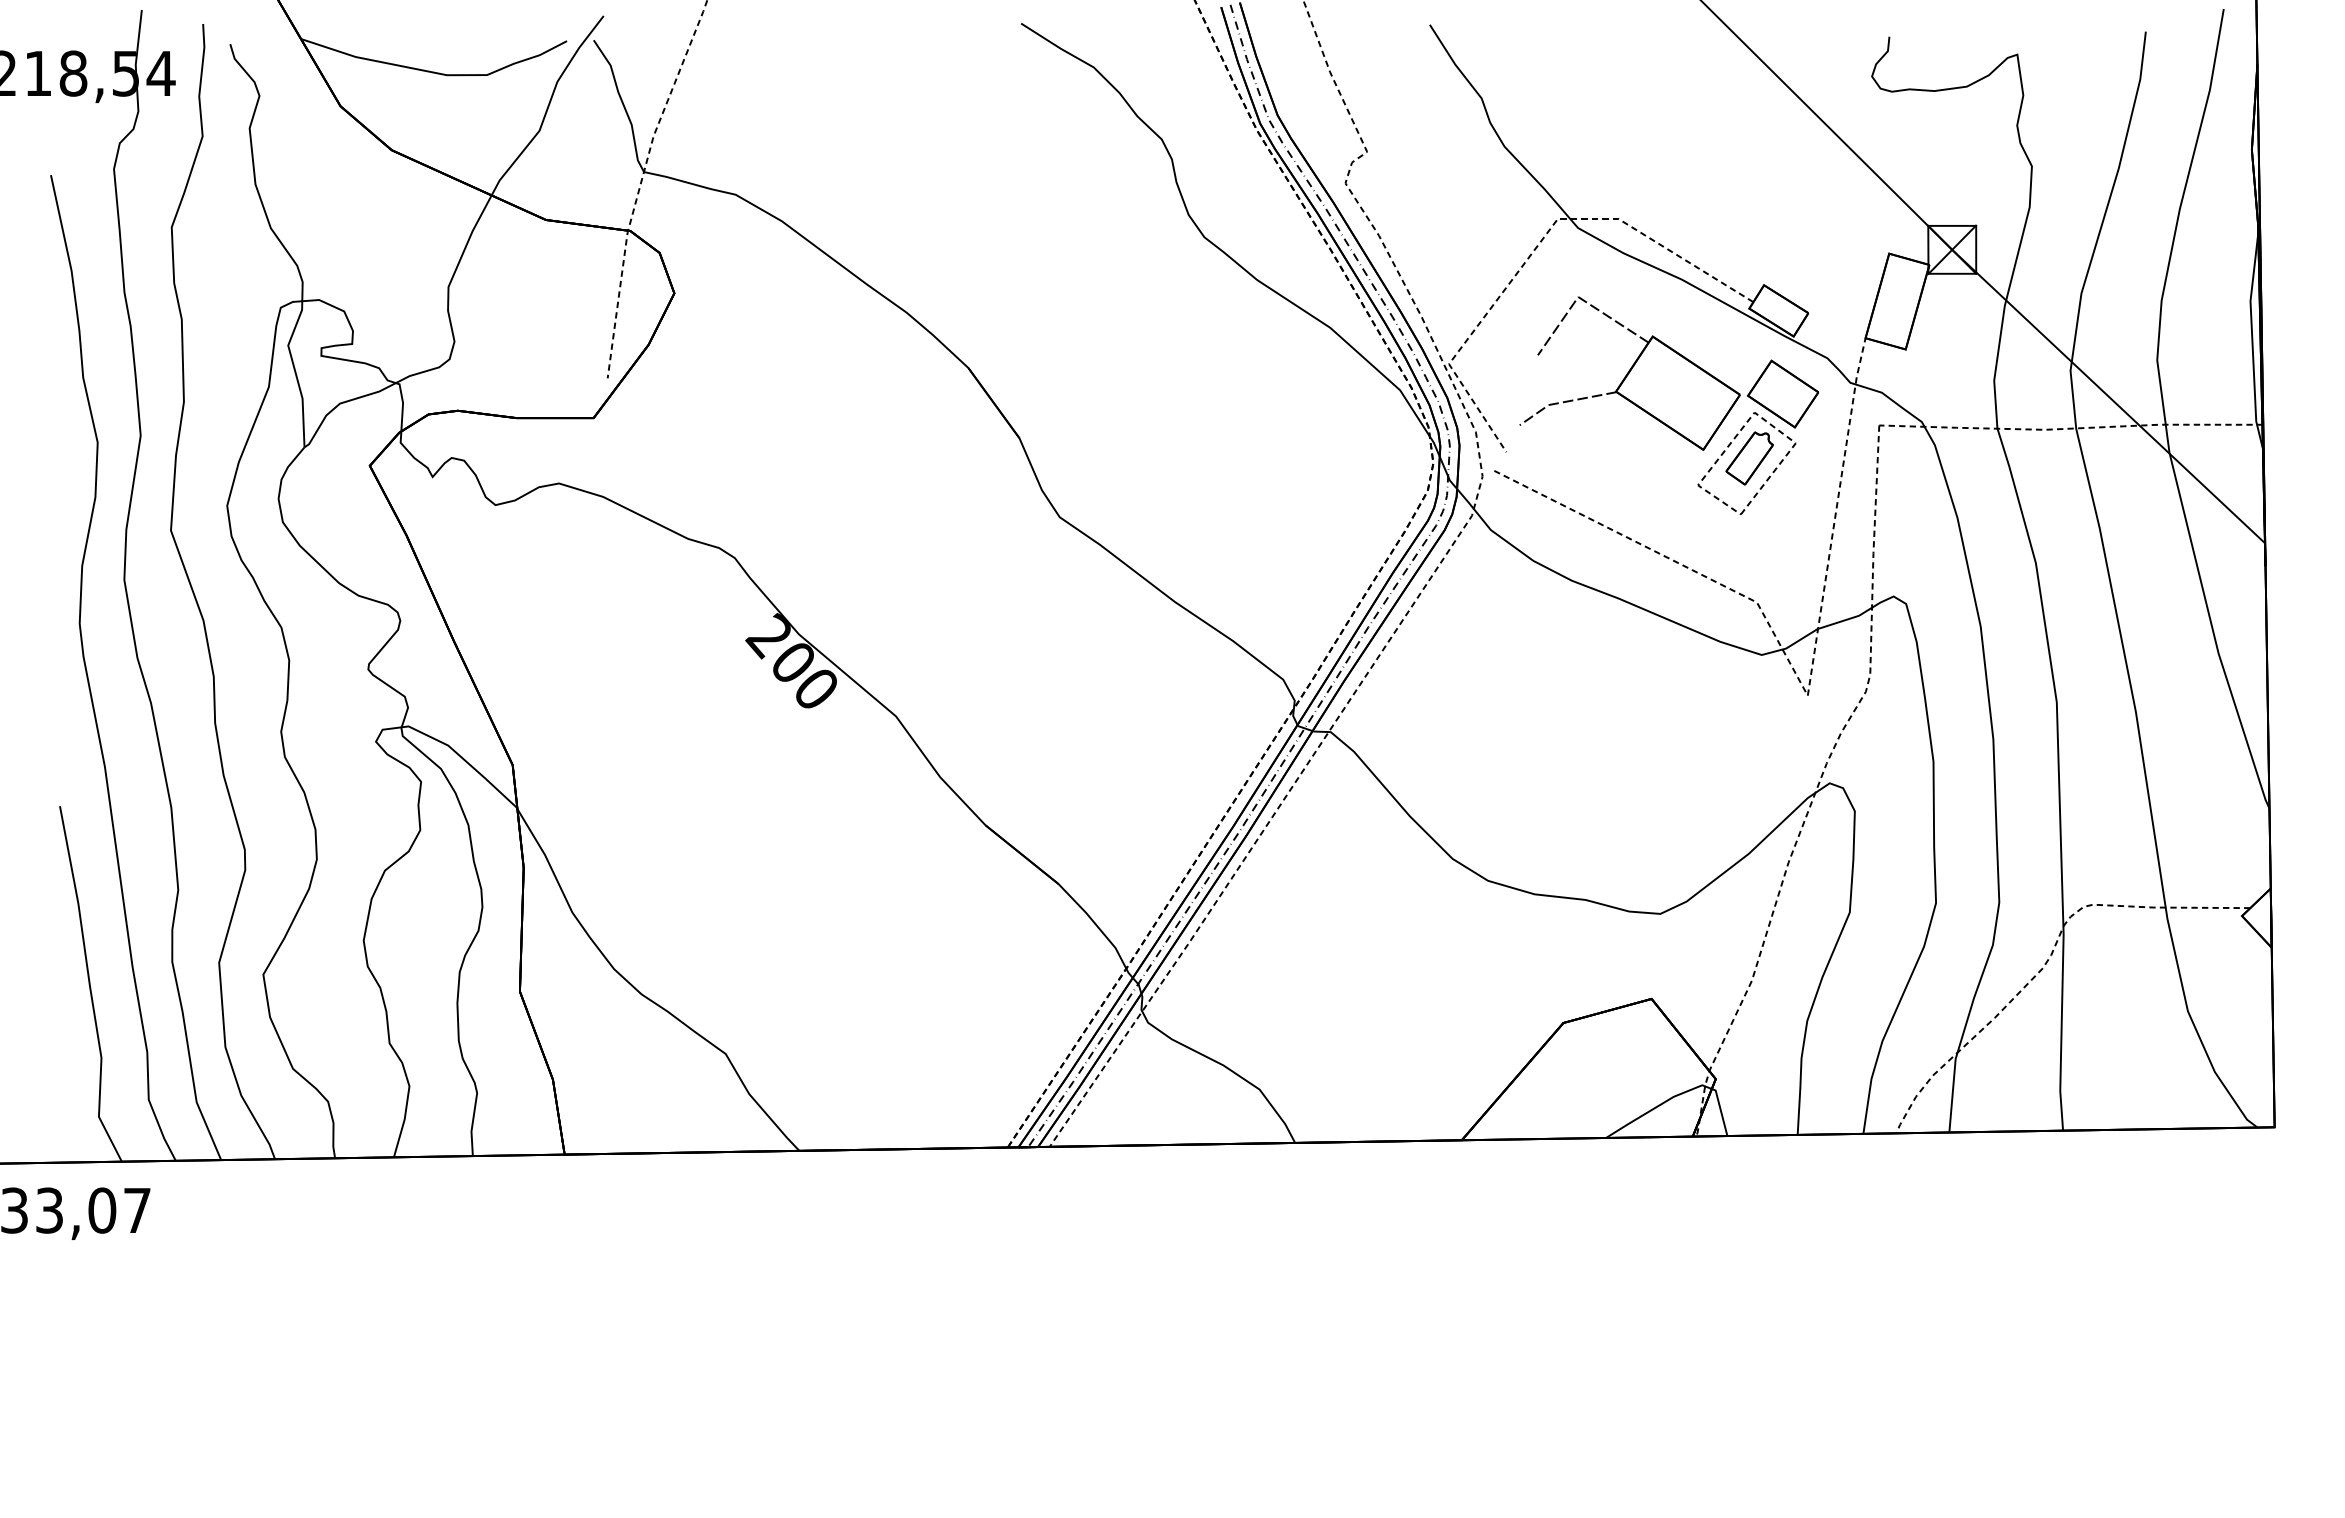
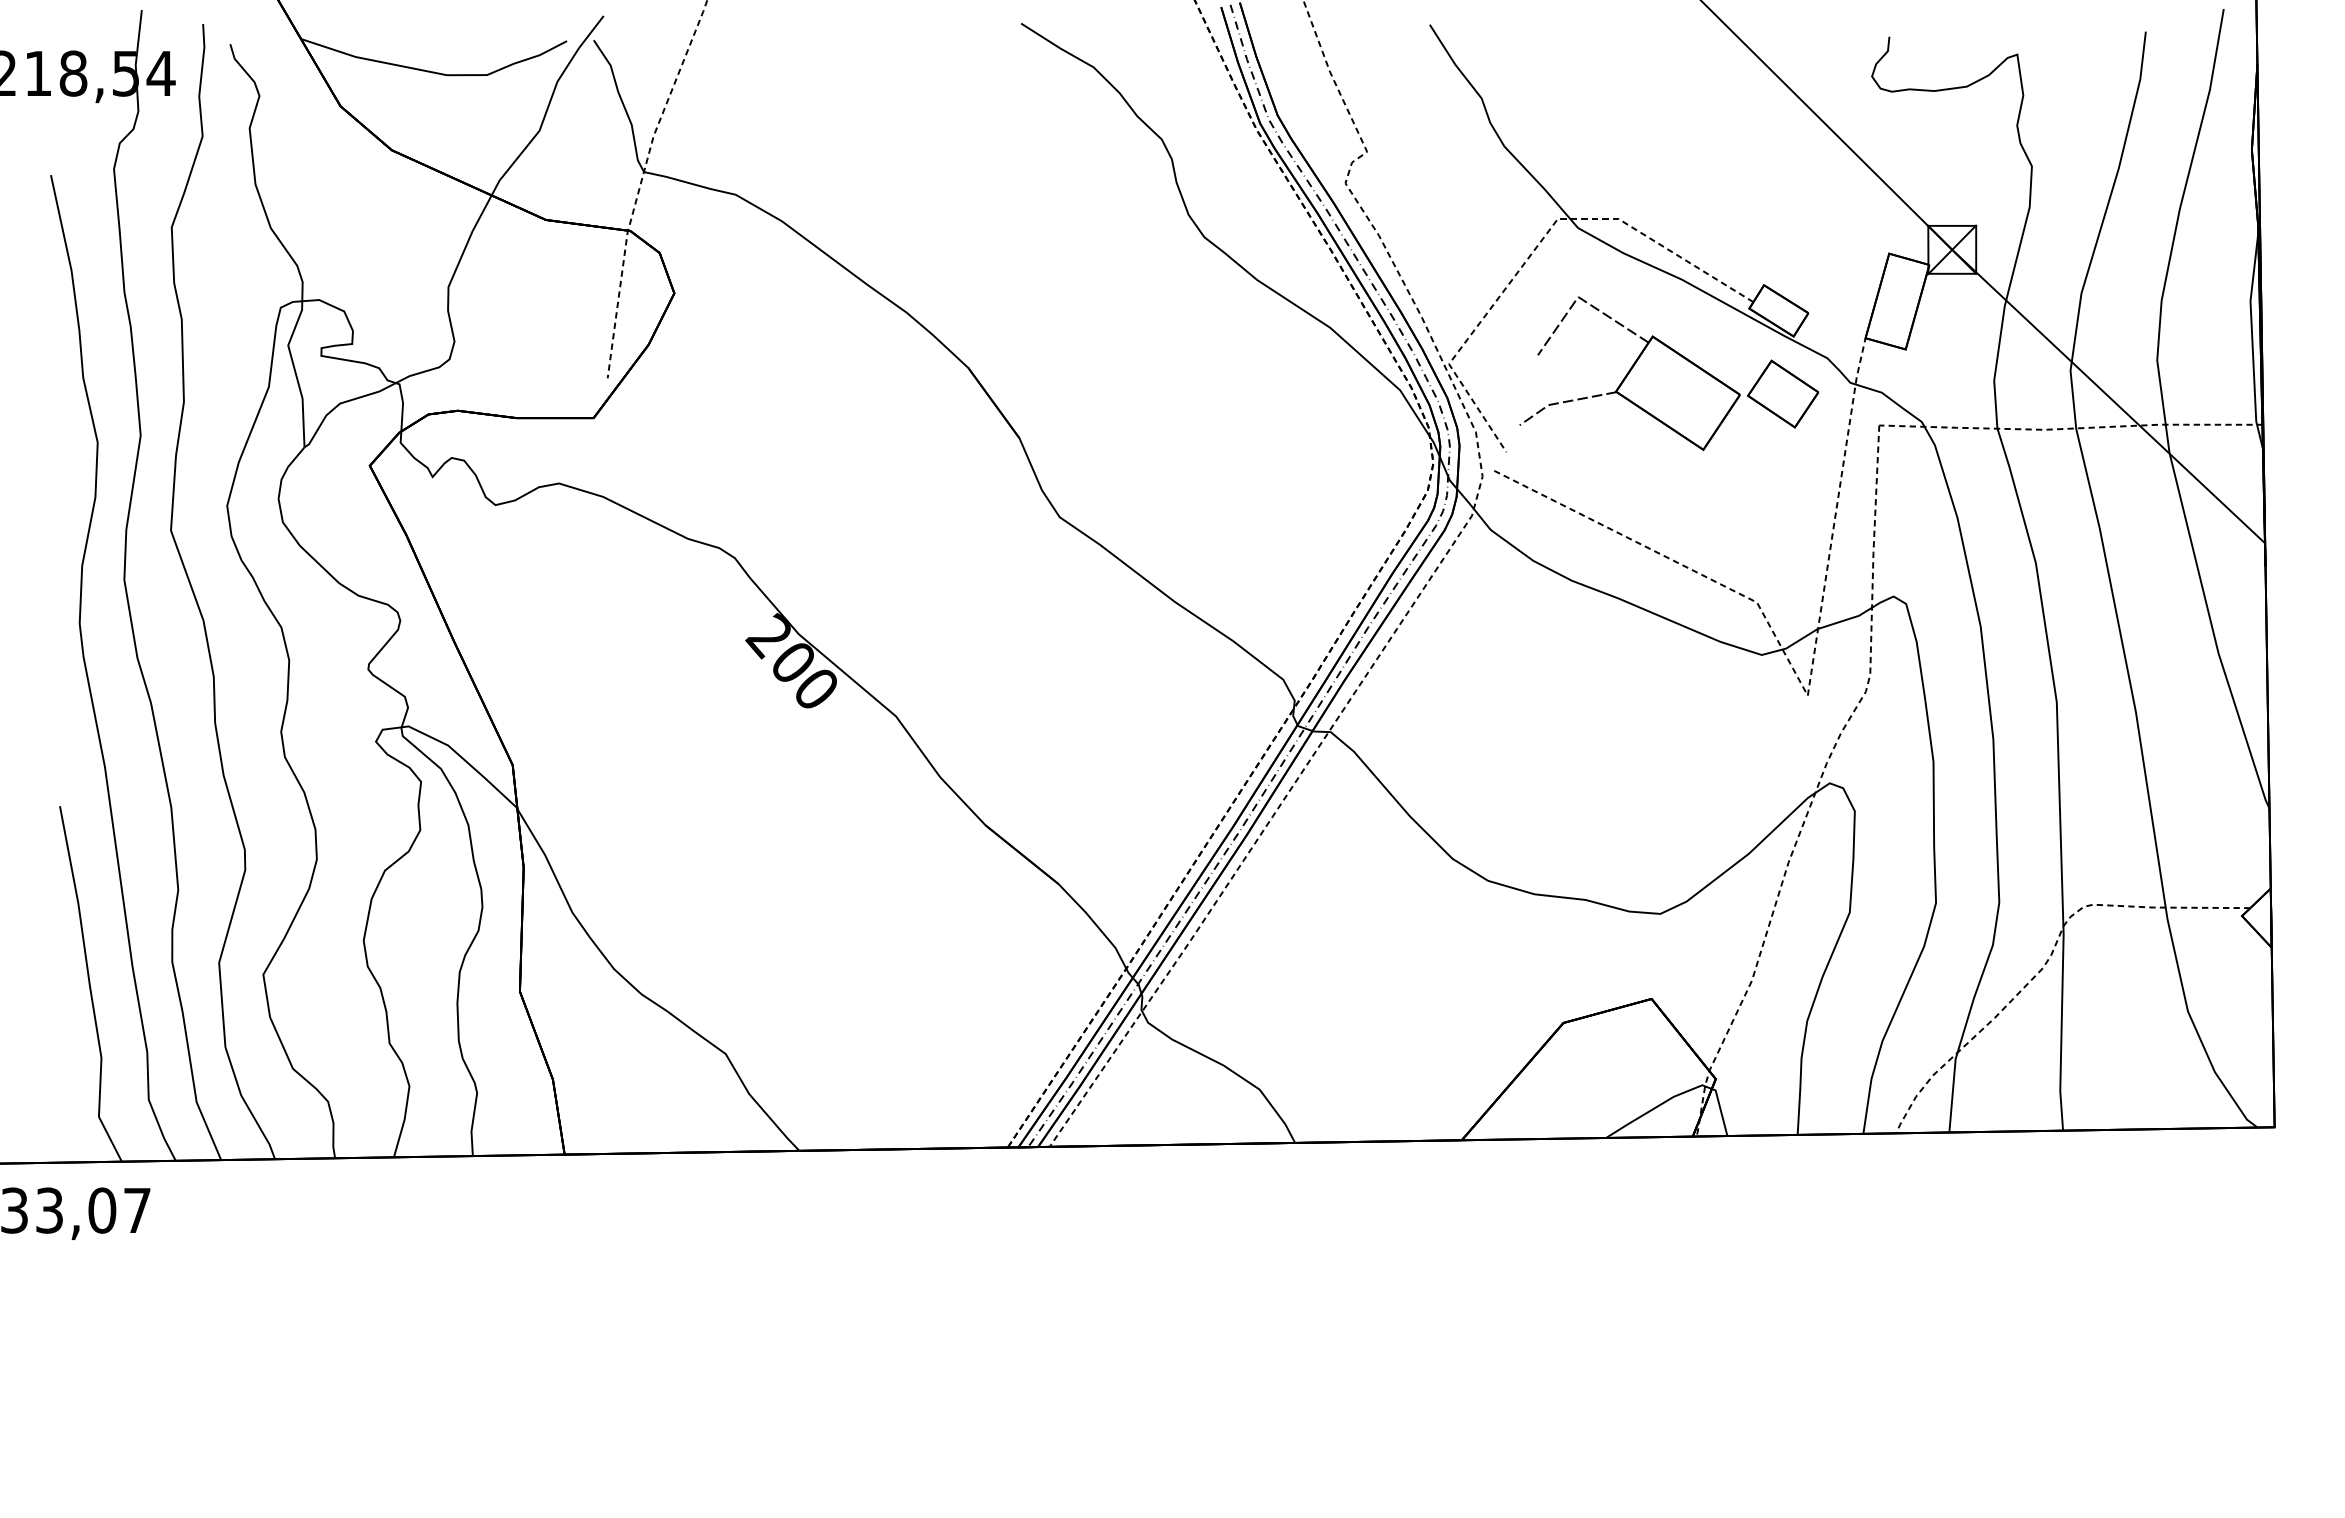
part at (1746, 463): present -> none
